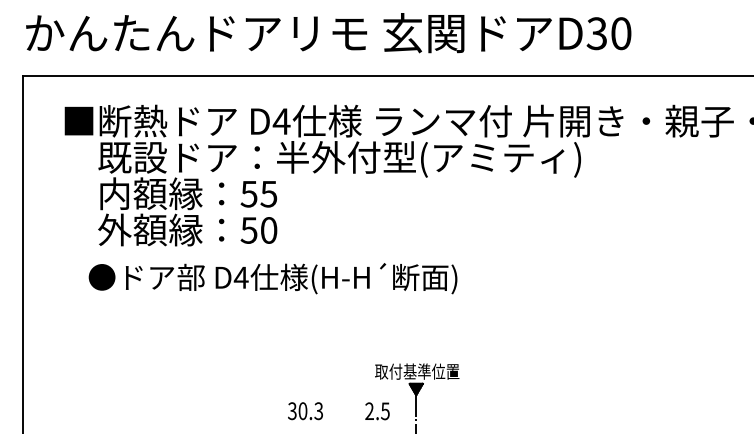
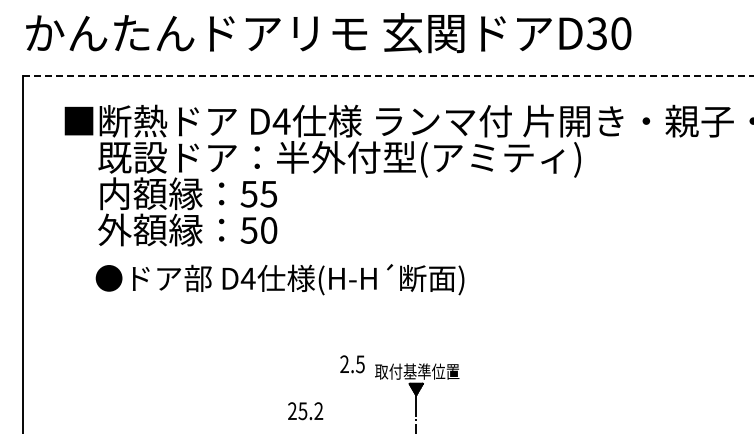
line at (388, 75): solid -> dashed
text at (272, 278) position: (272, 278) -> (279, 279)
text at (305, 411): 30.3 -> 25.2
text at (377, 411) position: (377, 411) -> (352, 364)
